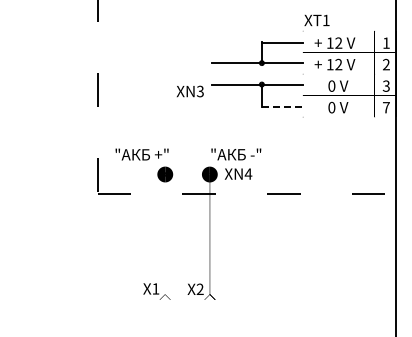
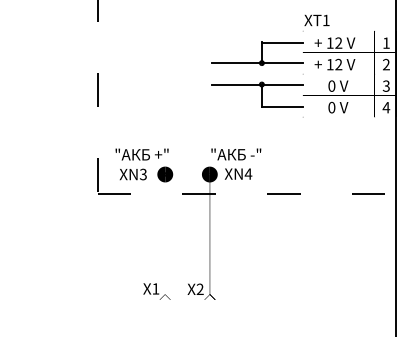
text at (189, 91) position: (189, 91) -> (132, 174)
line at (282, 106): dashed -> solid
text at (386, 107): 7 -> 4
